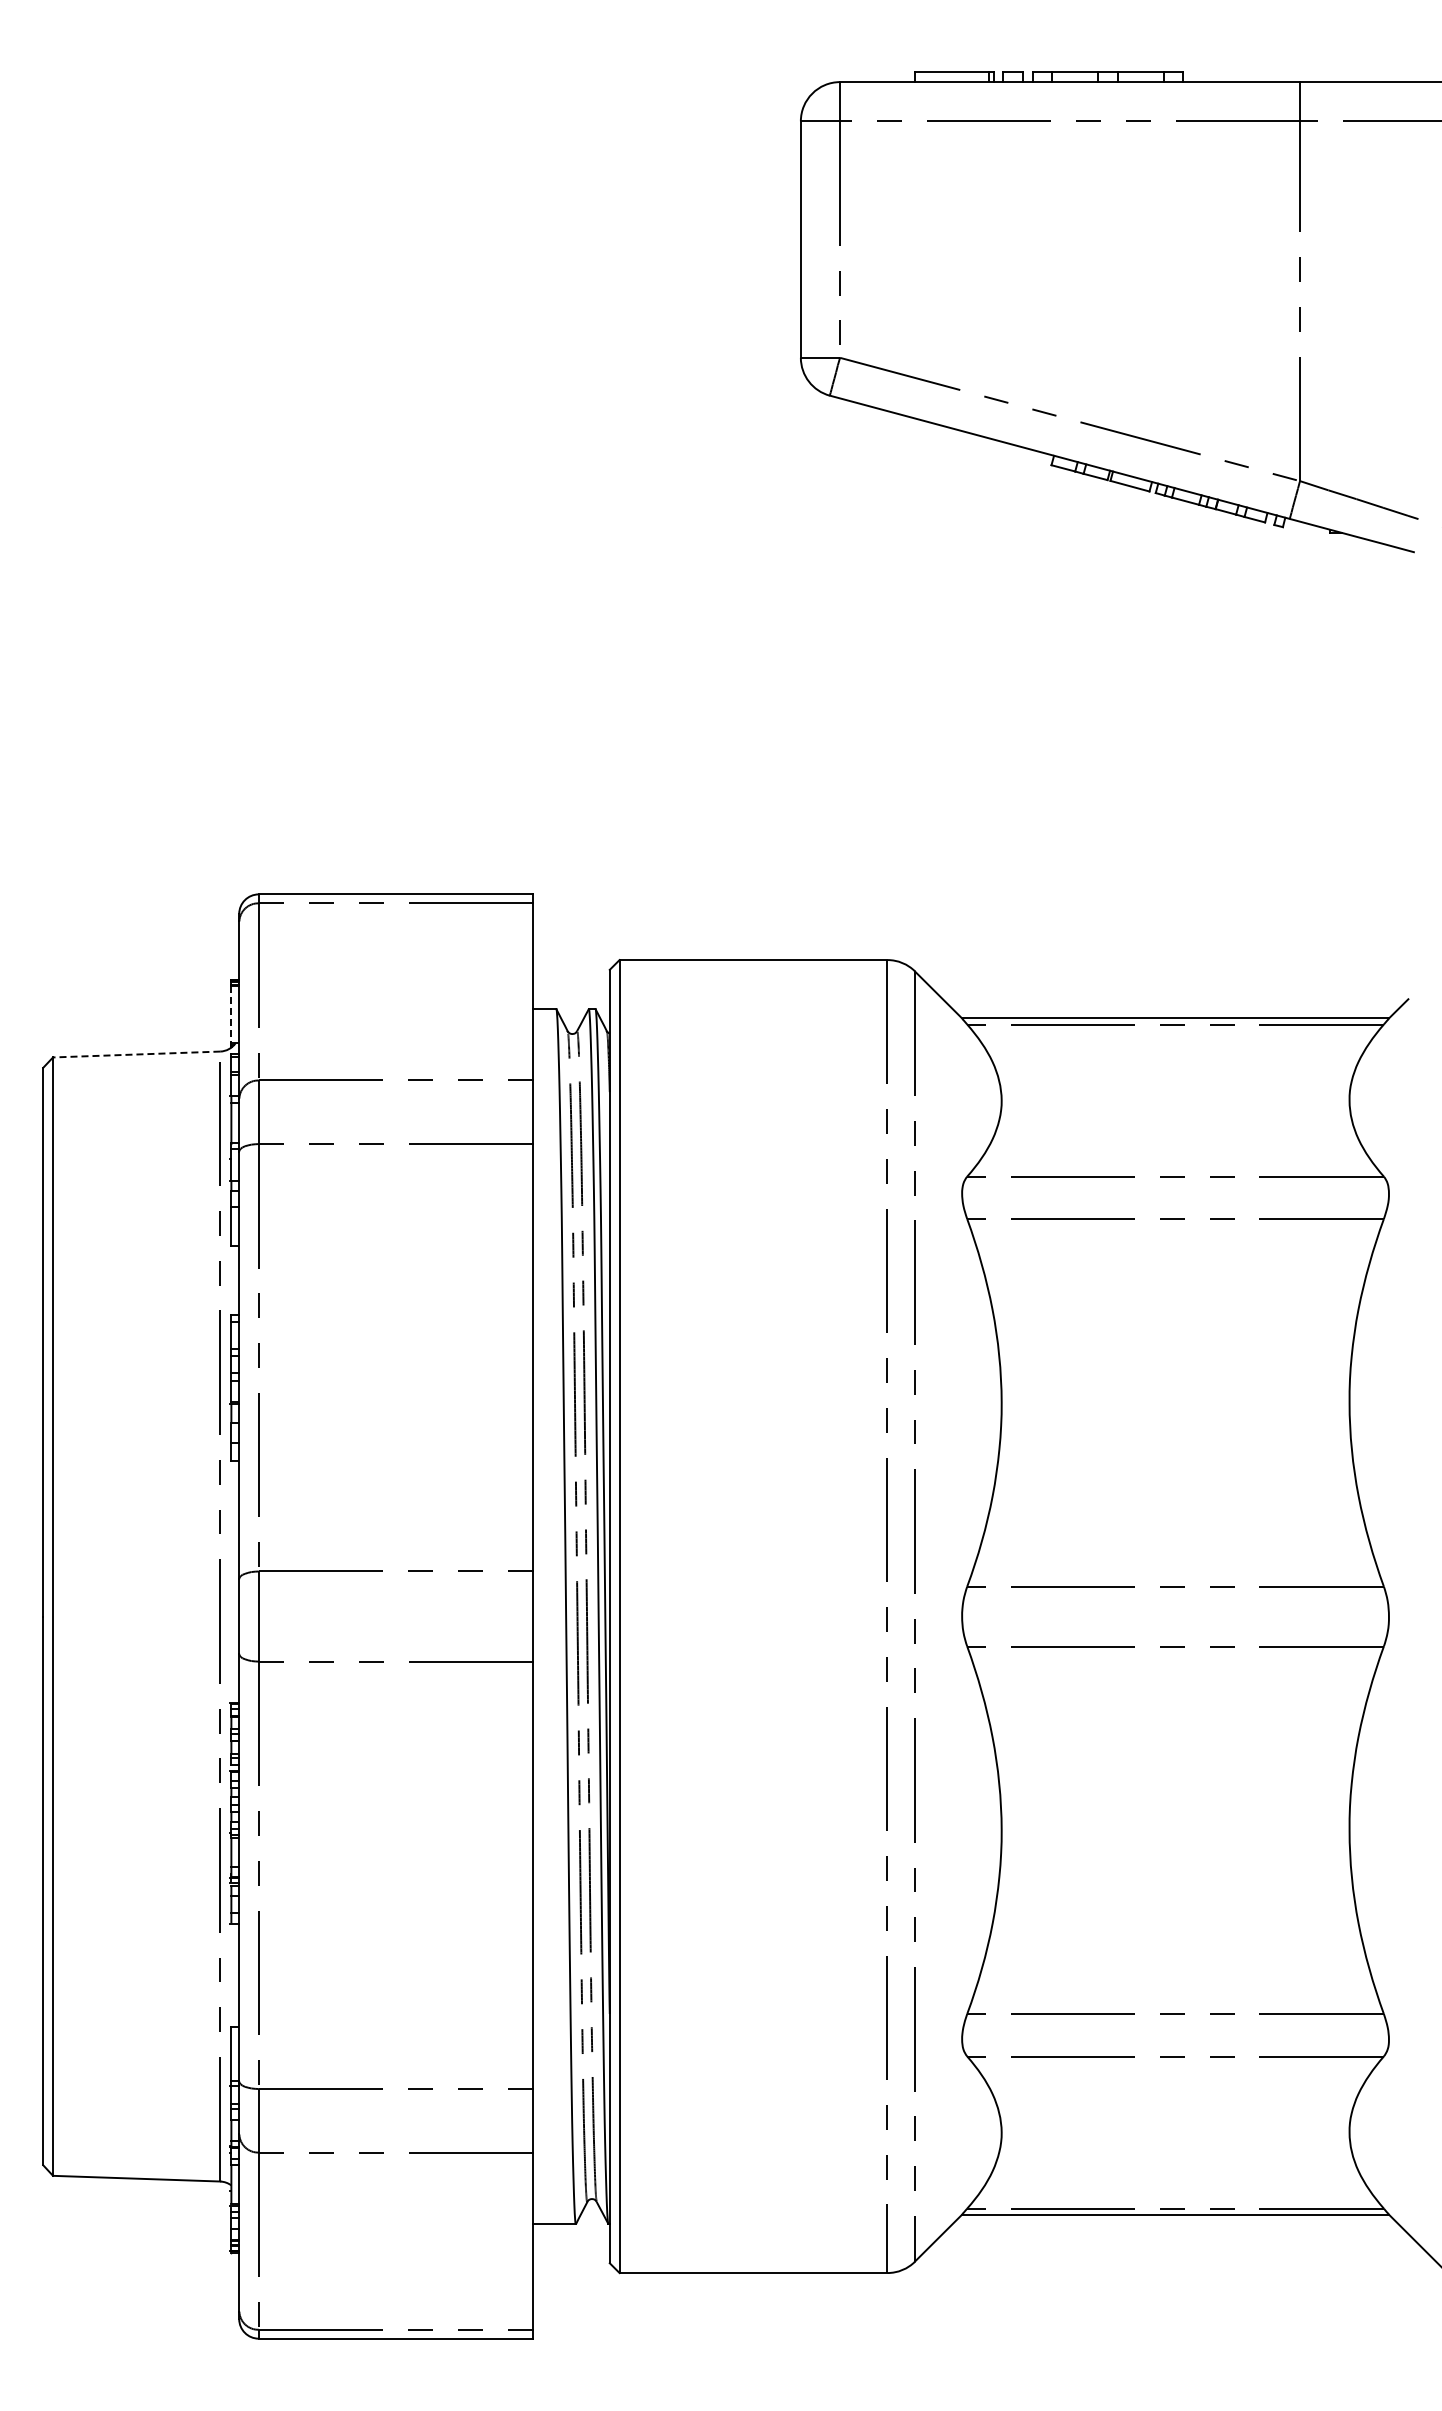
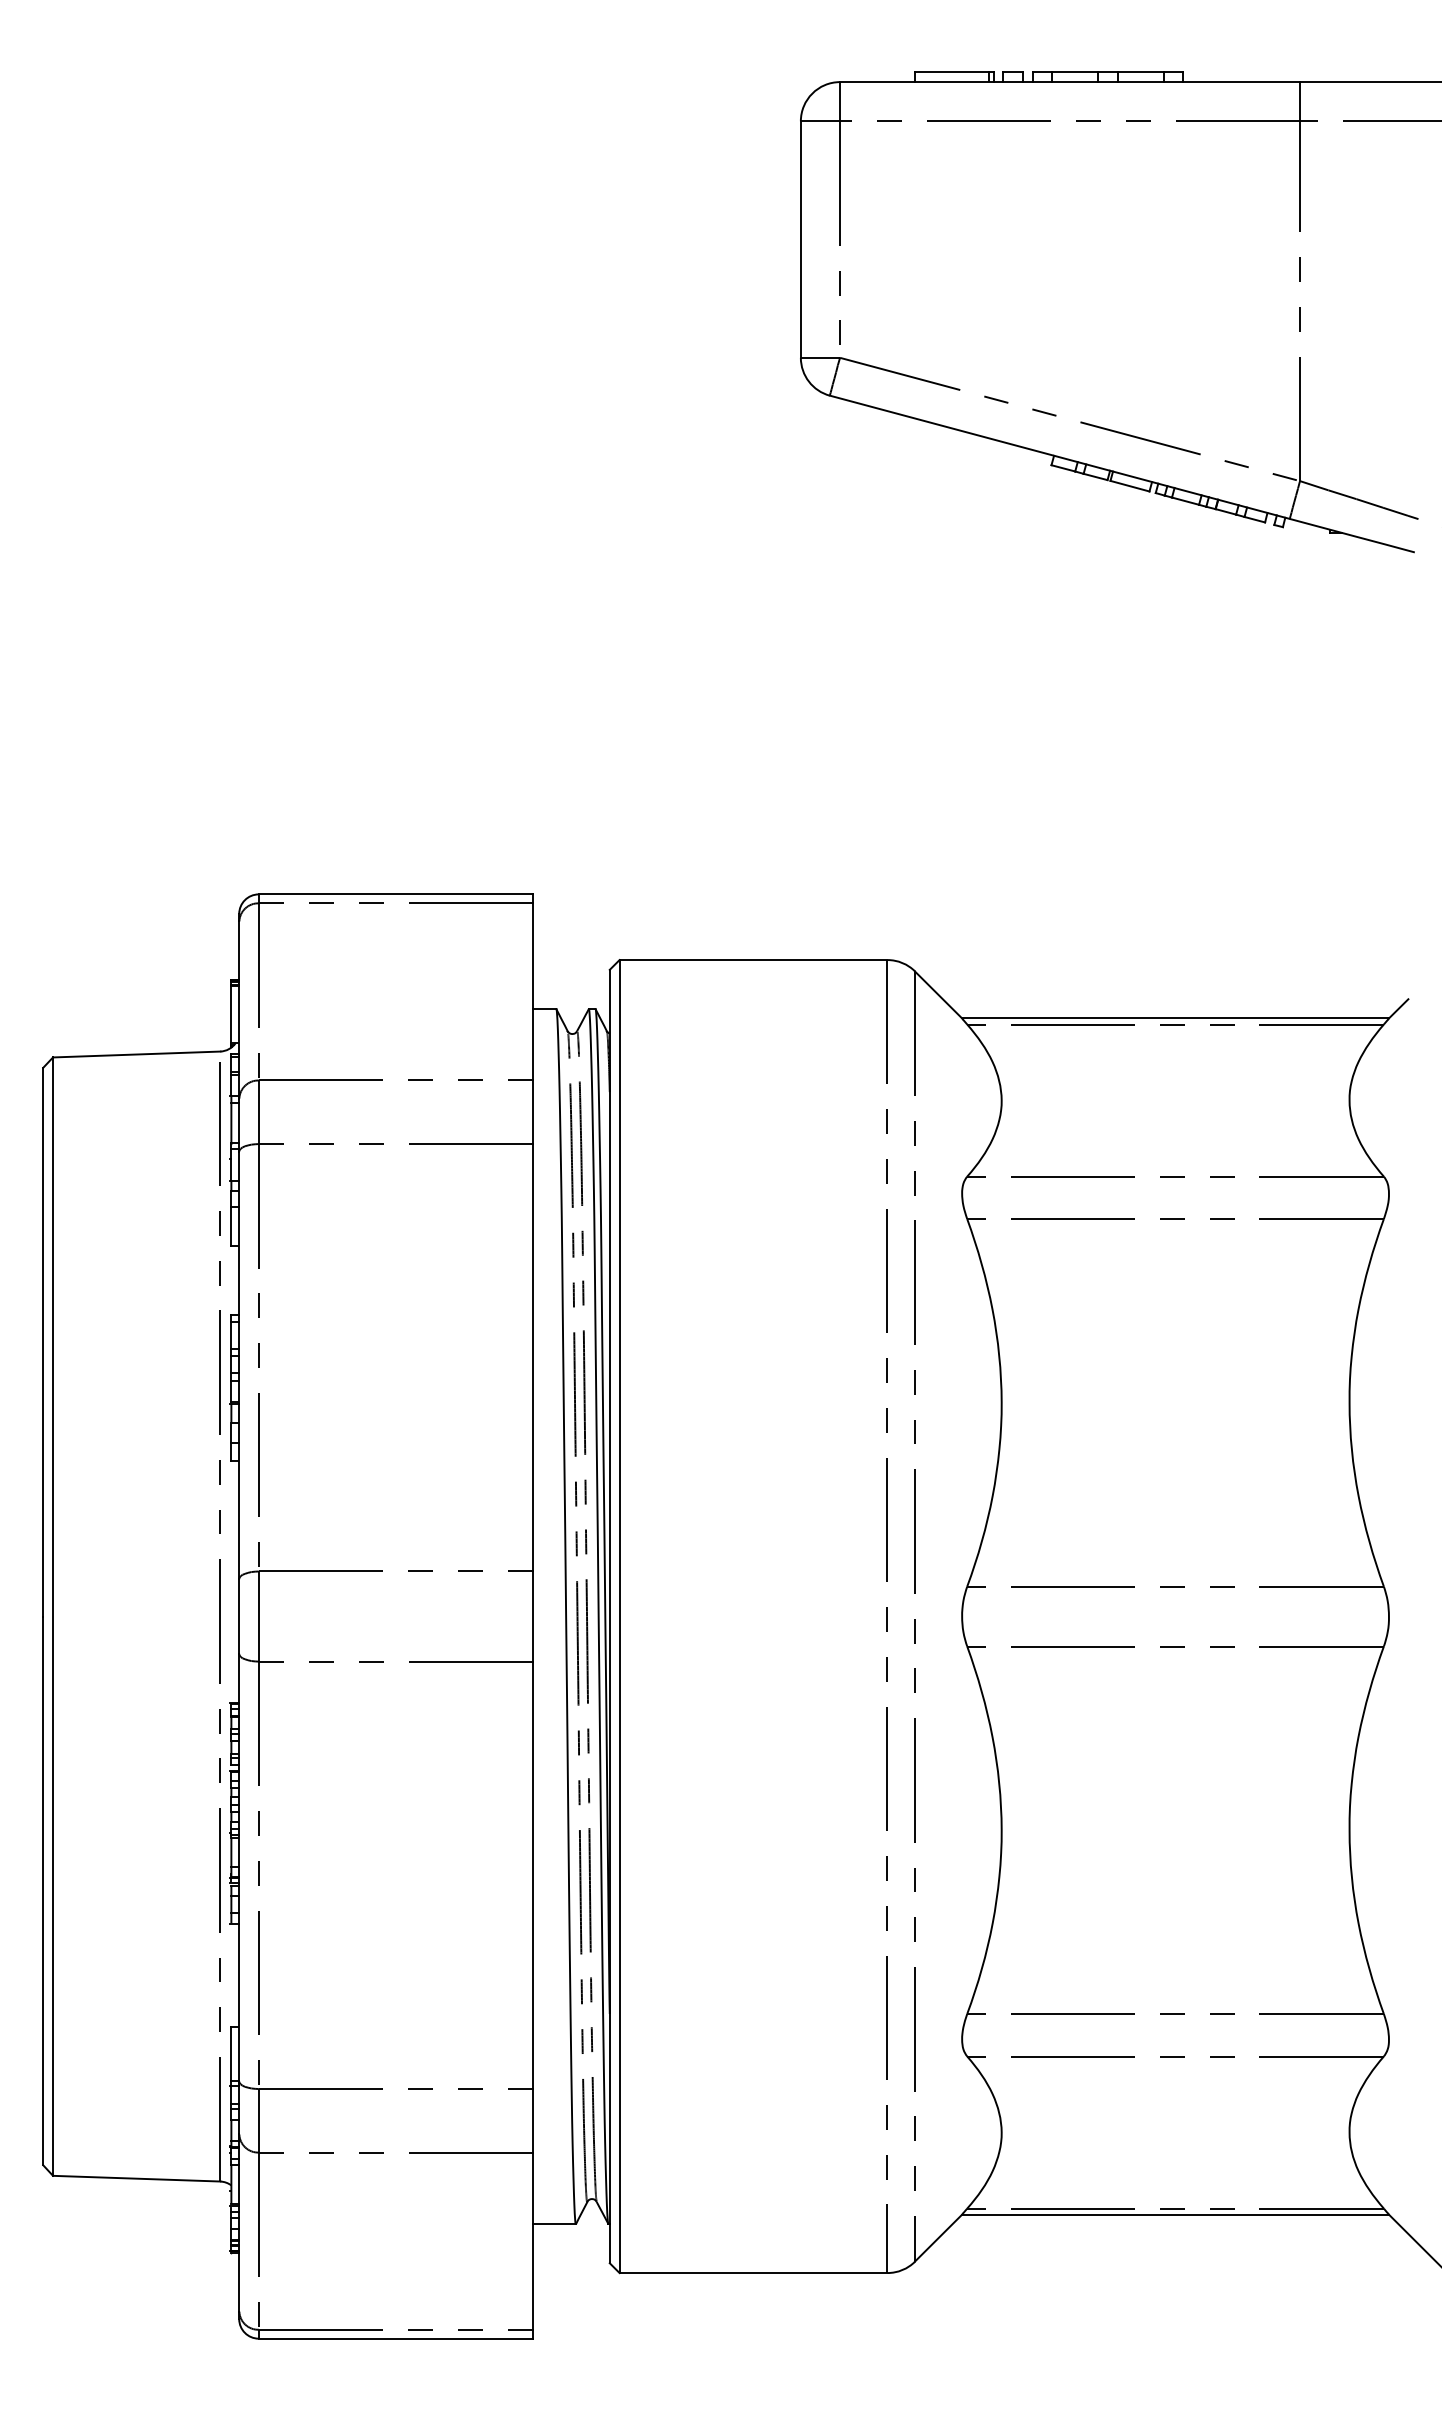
line at (231, 1014): dashed -> solid
line at (136, 1054): dashed -> solid
